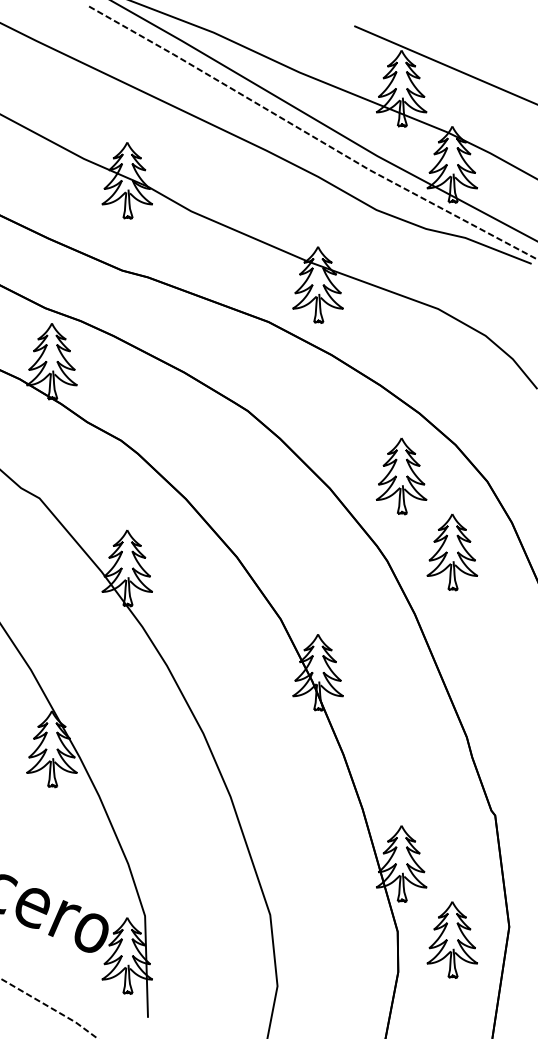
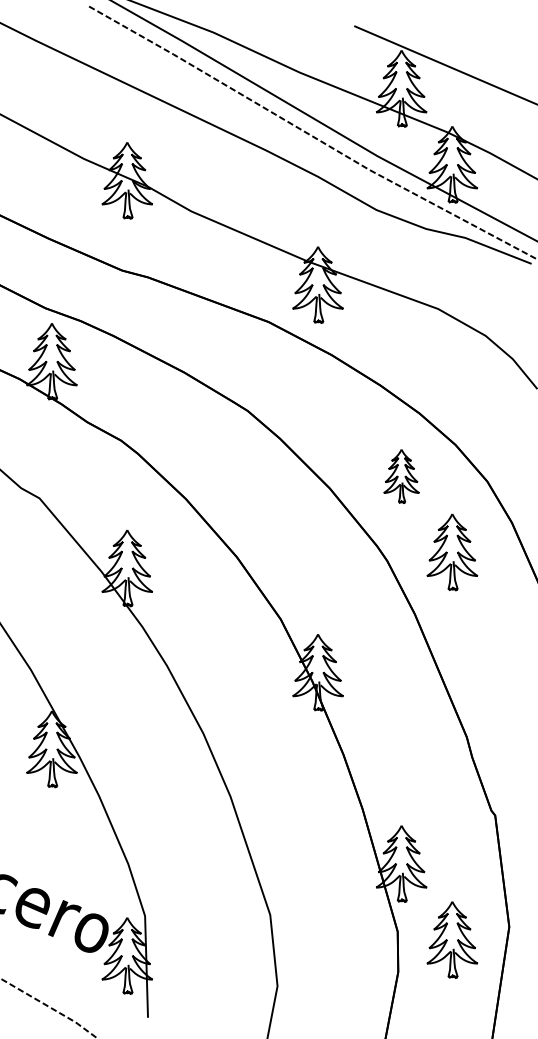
part at (401, 476) size: 53x79 px -> 37x56 px
